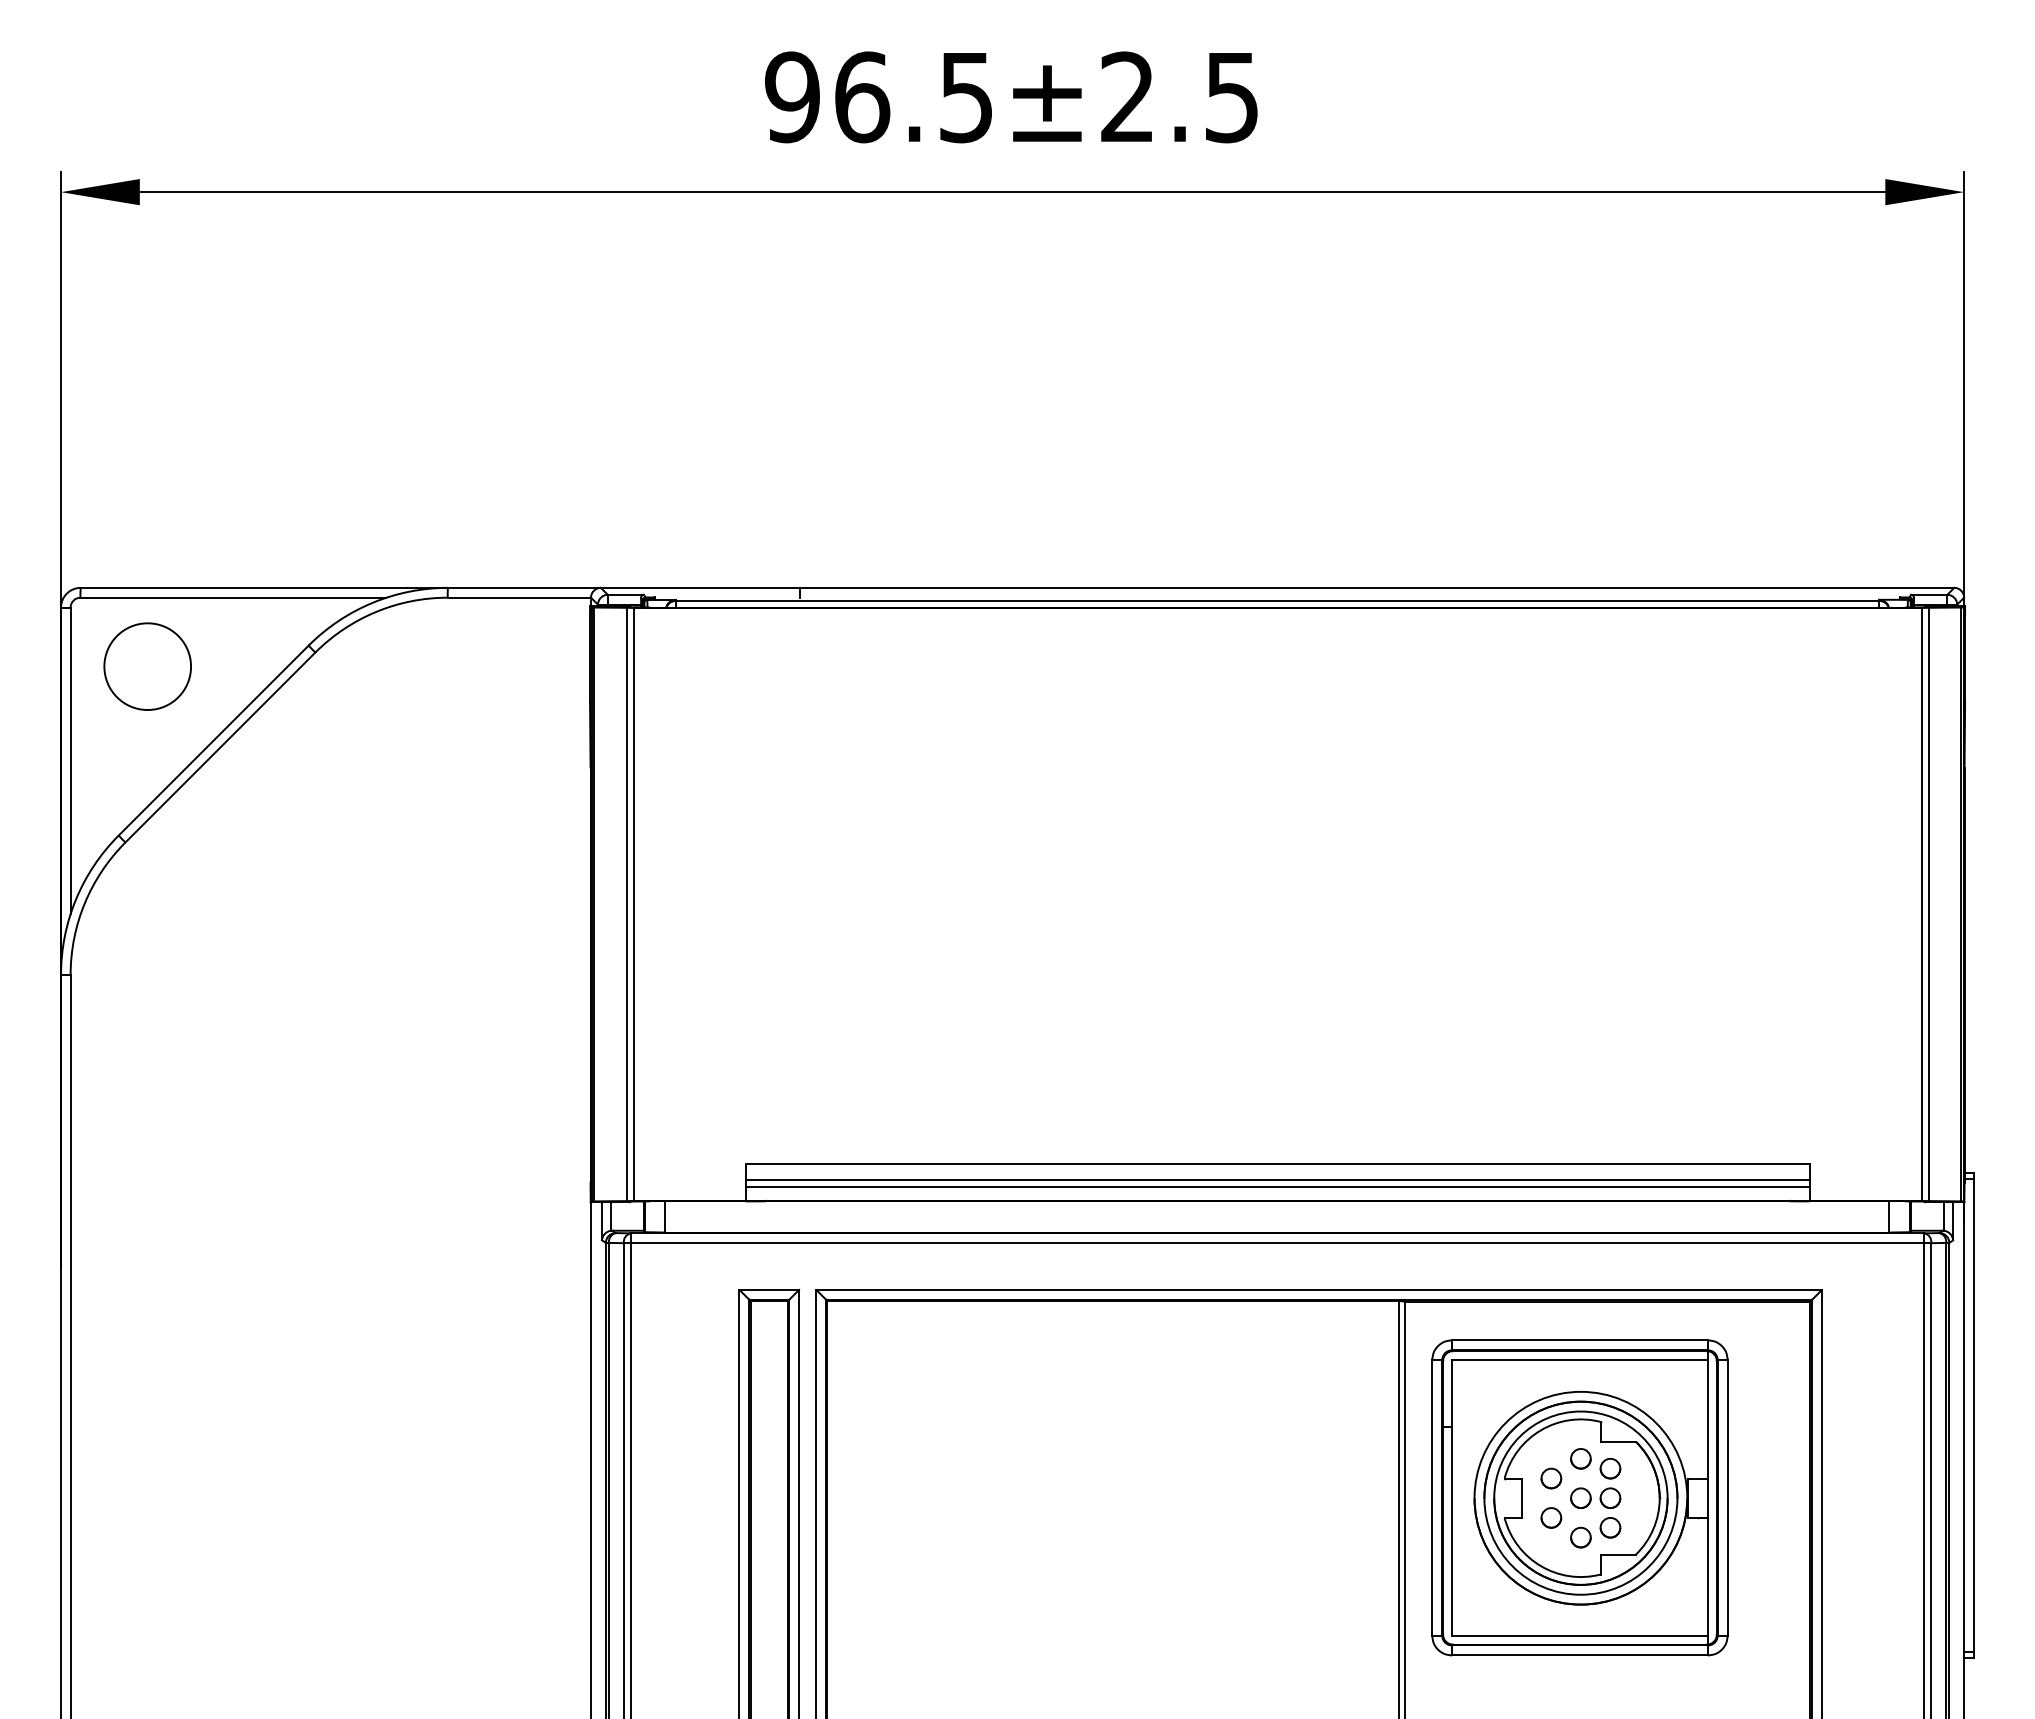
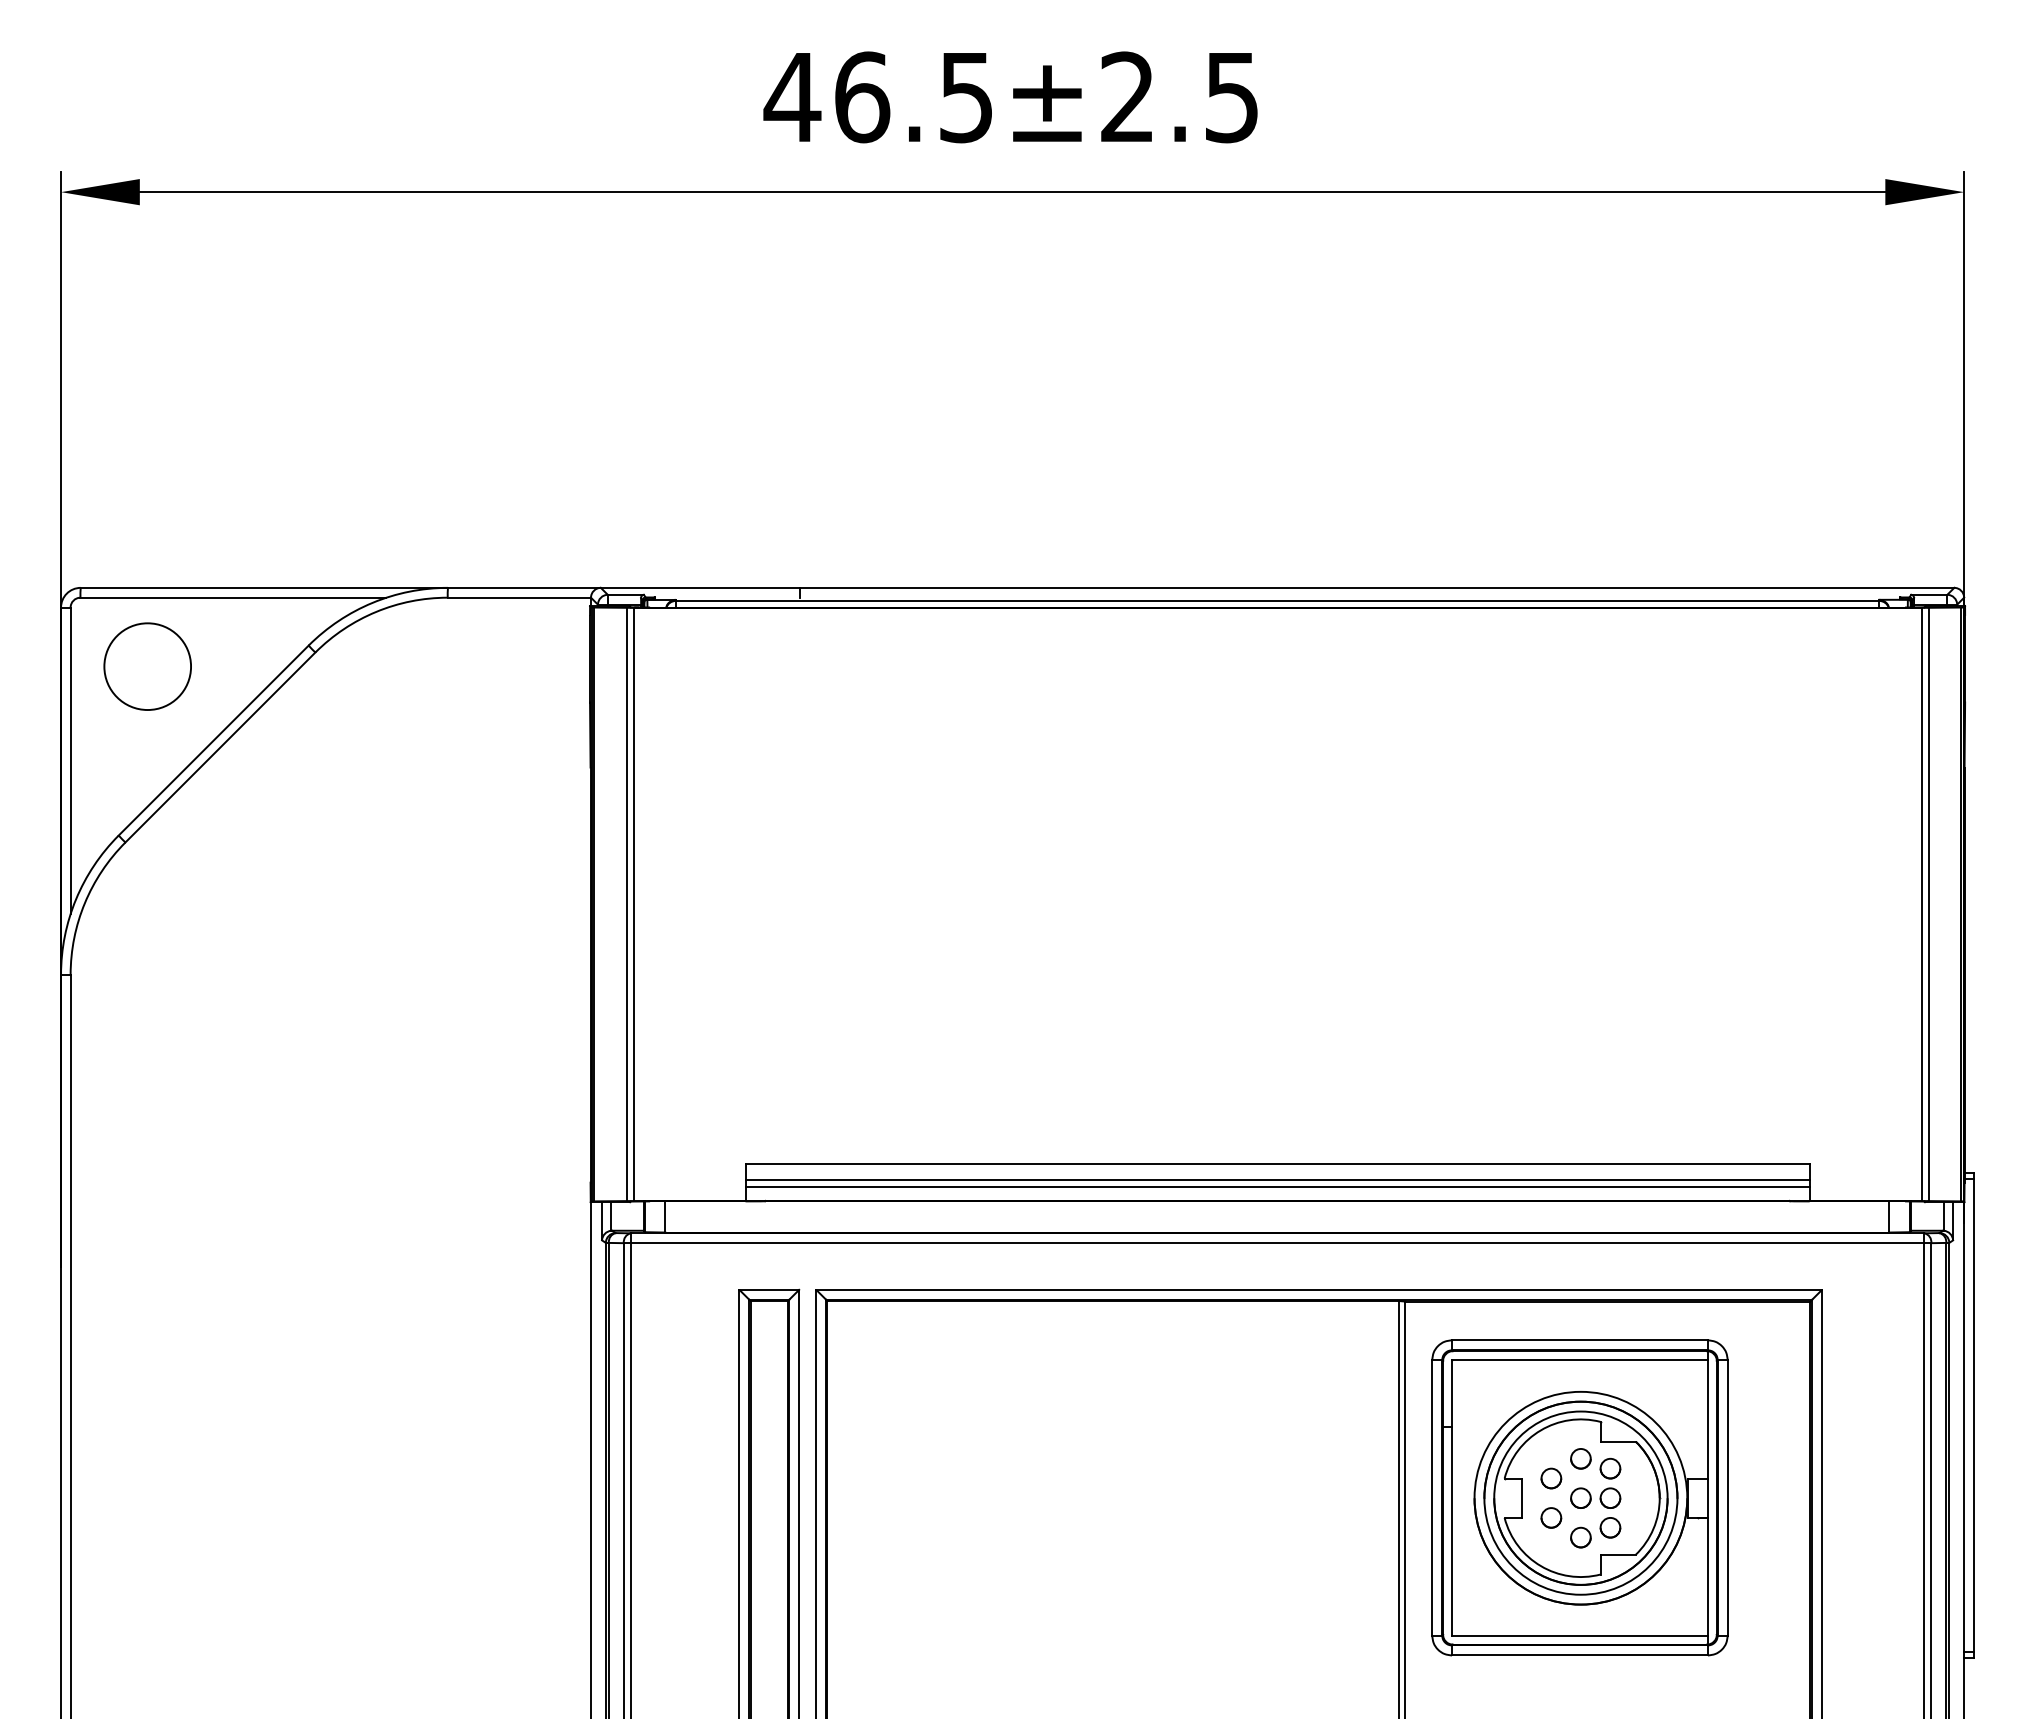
text at (792, 97): 96.5±2.5 -> 46.5±2.5
